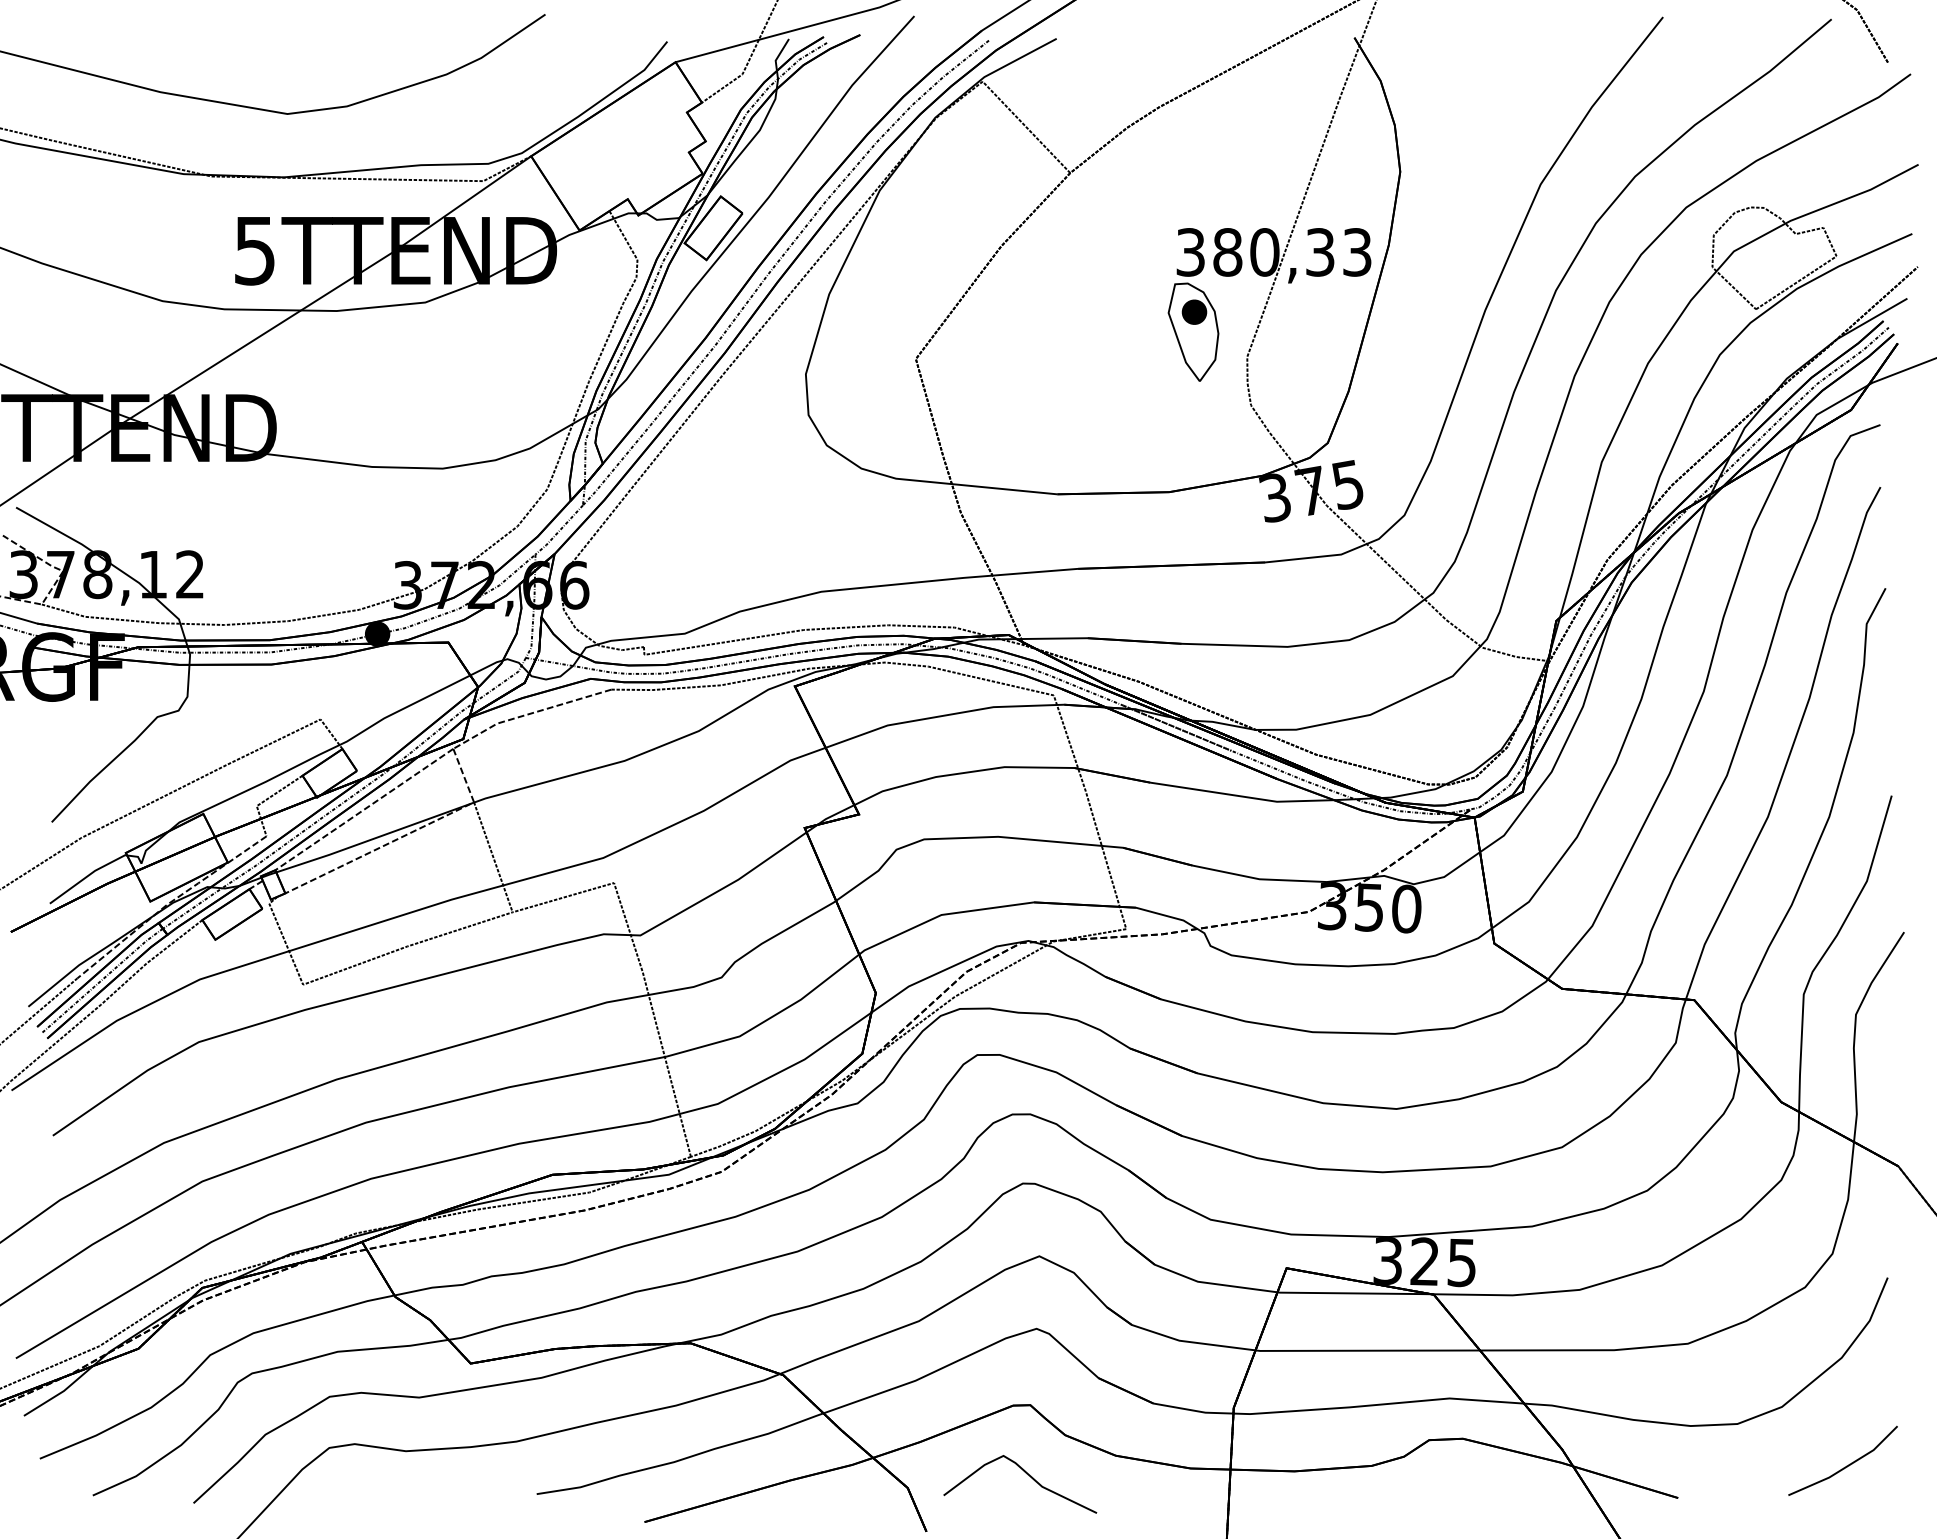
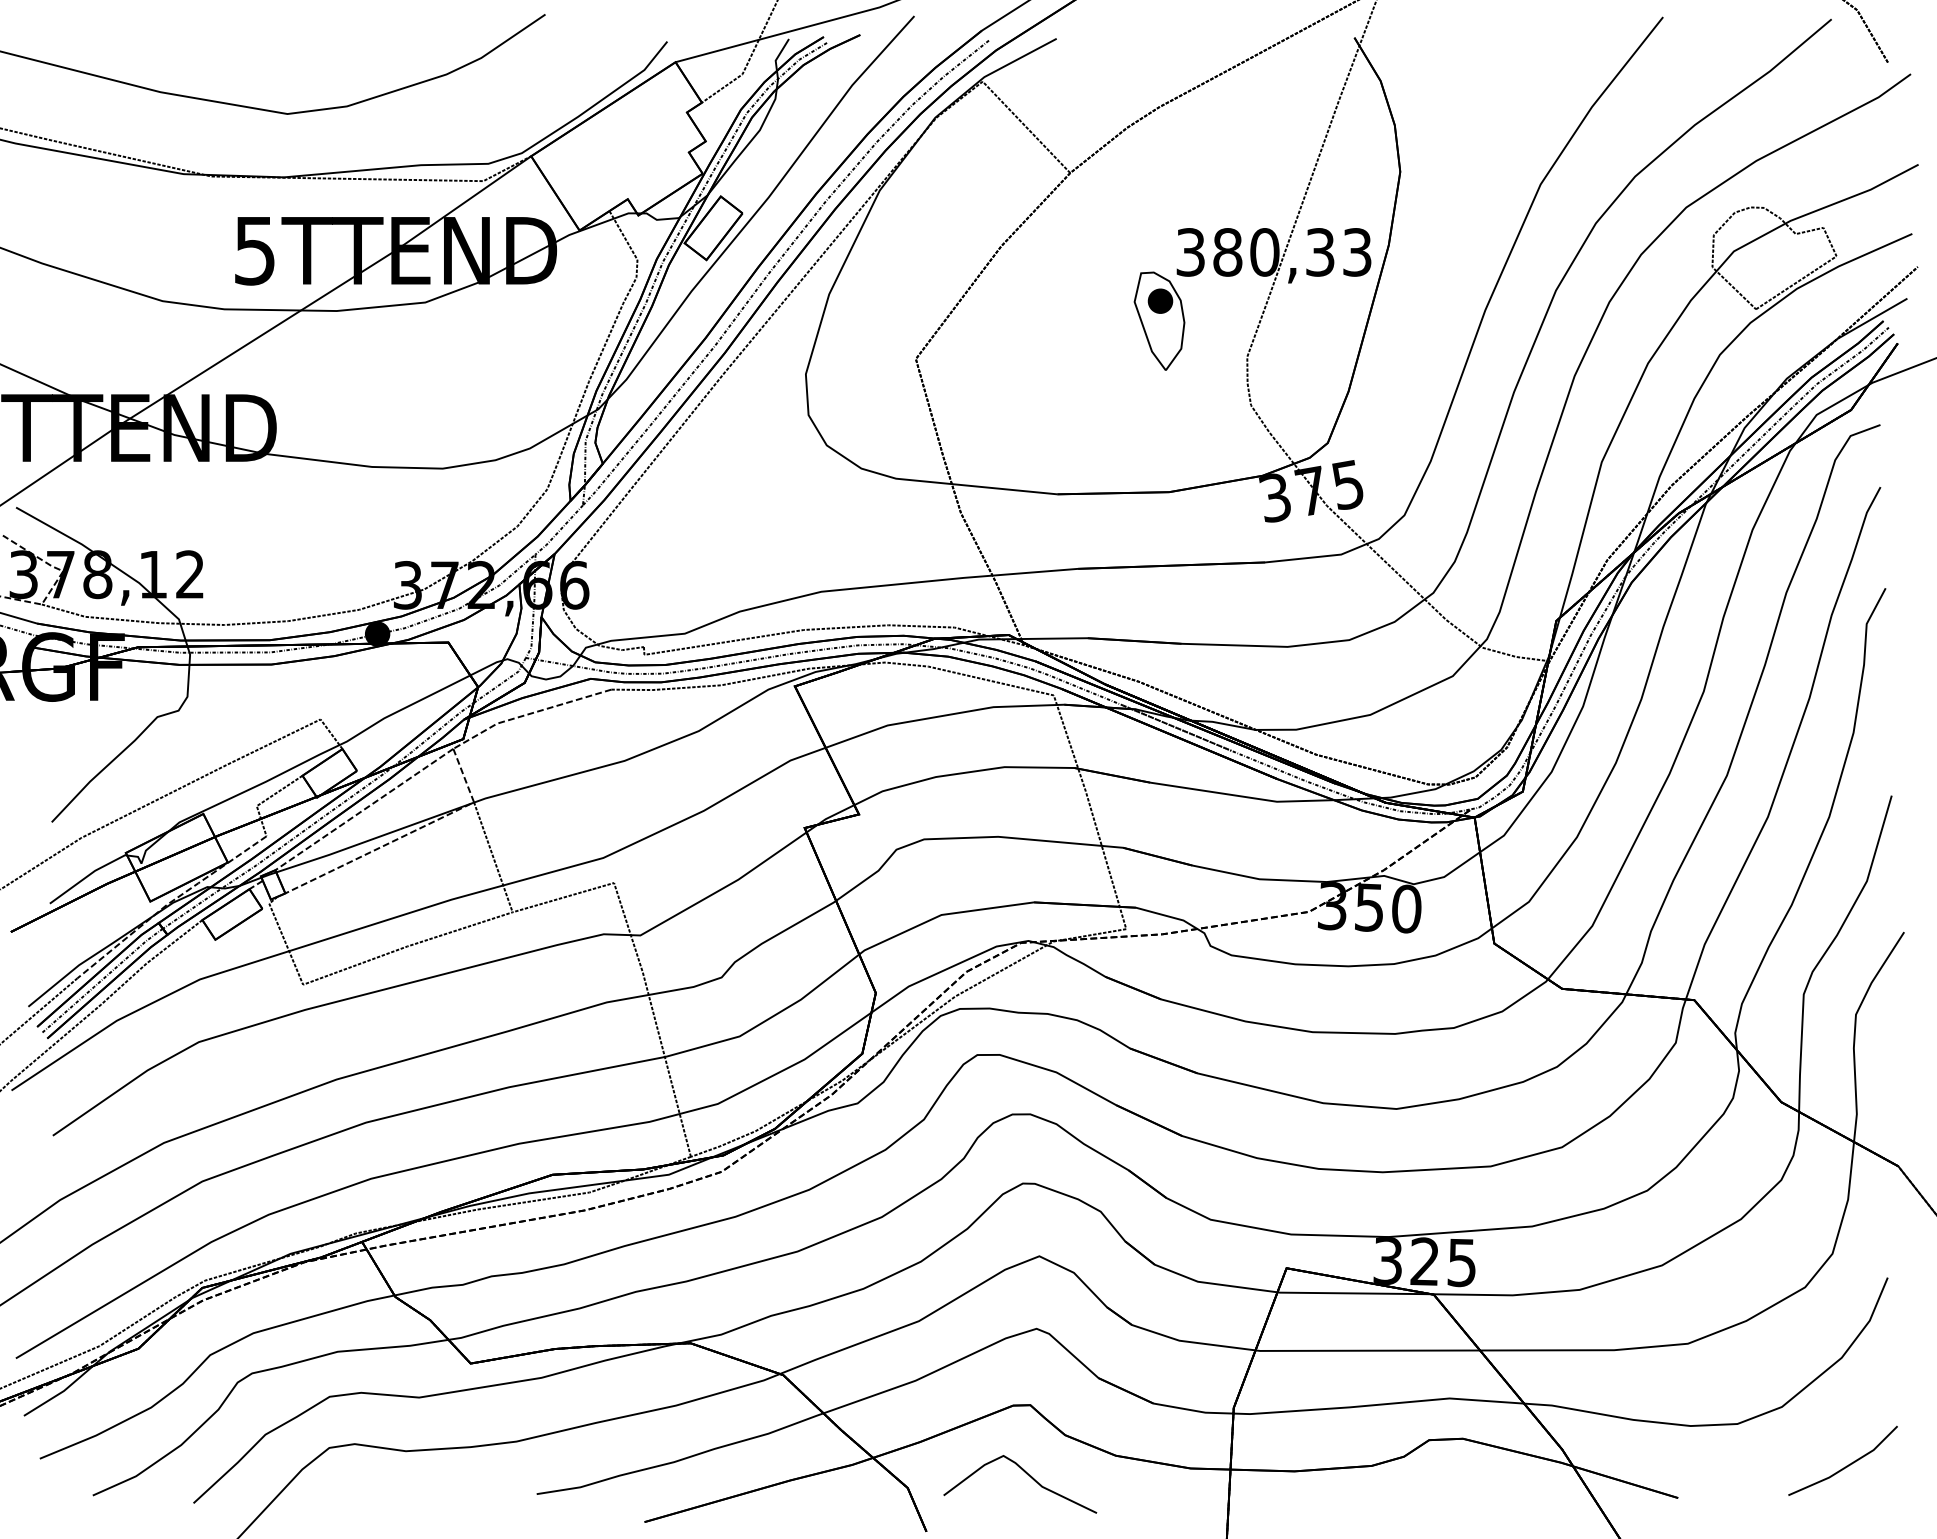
part at (1193, 331) position: (1193, 331) -> (1159, 320)
